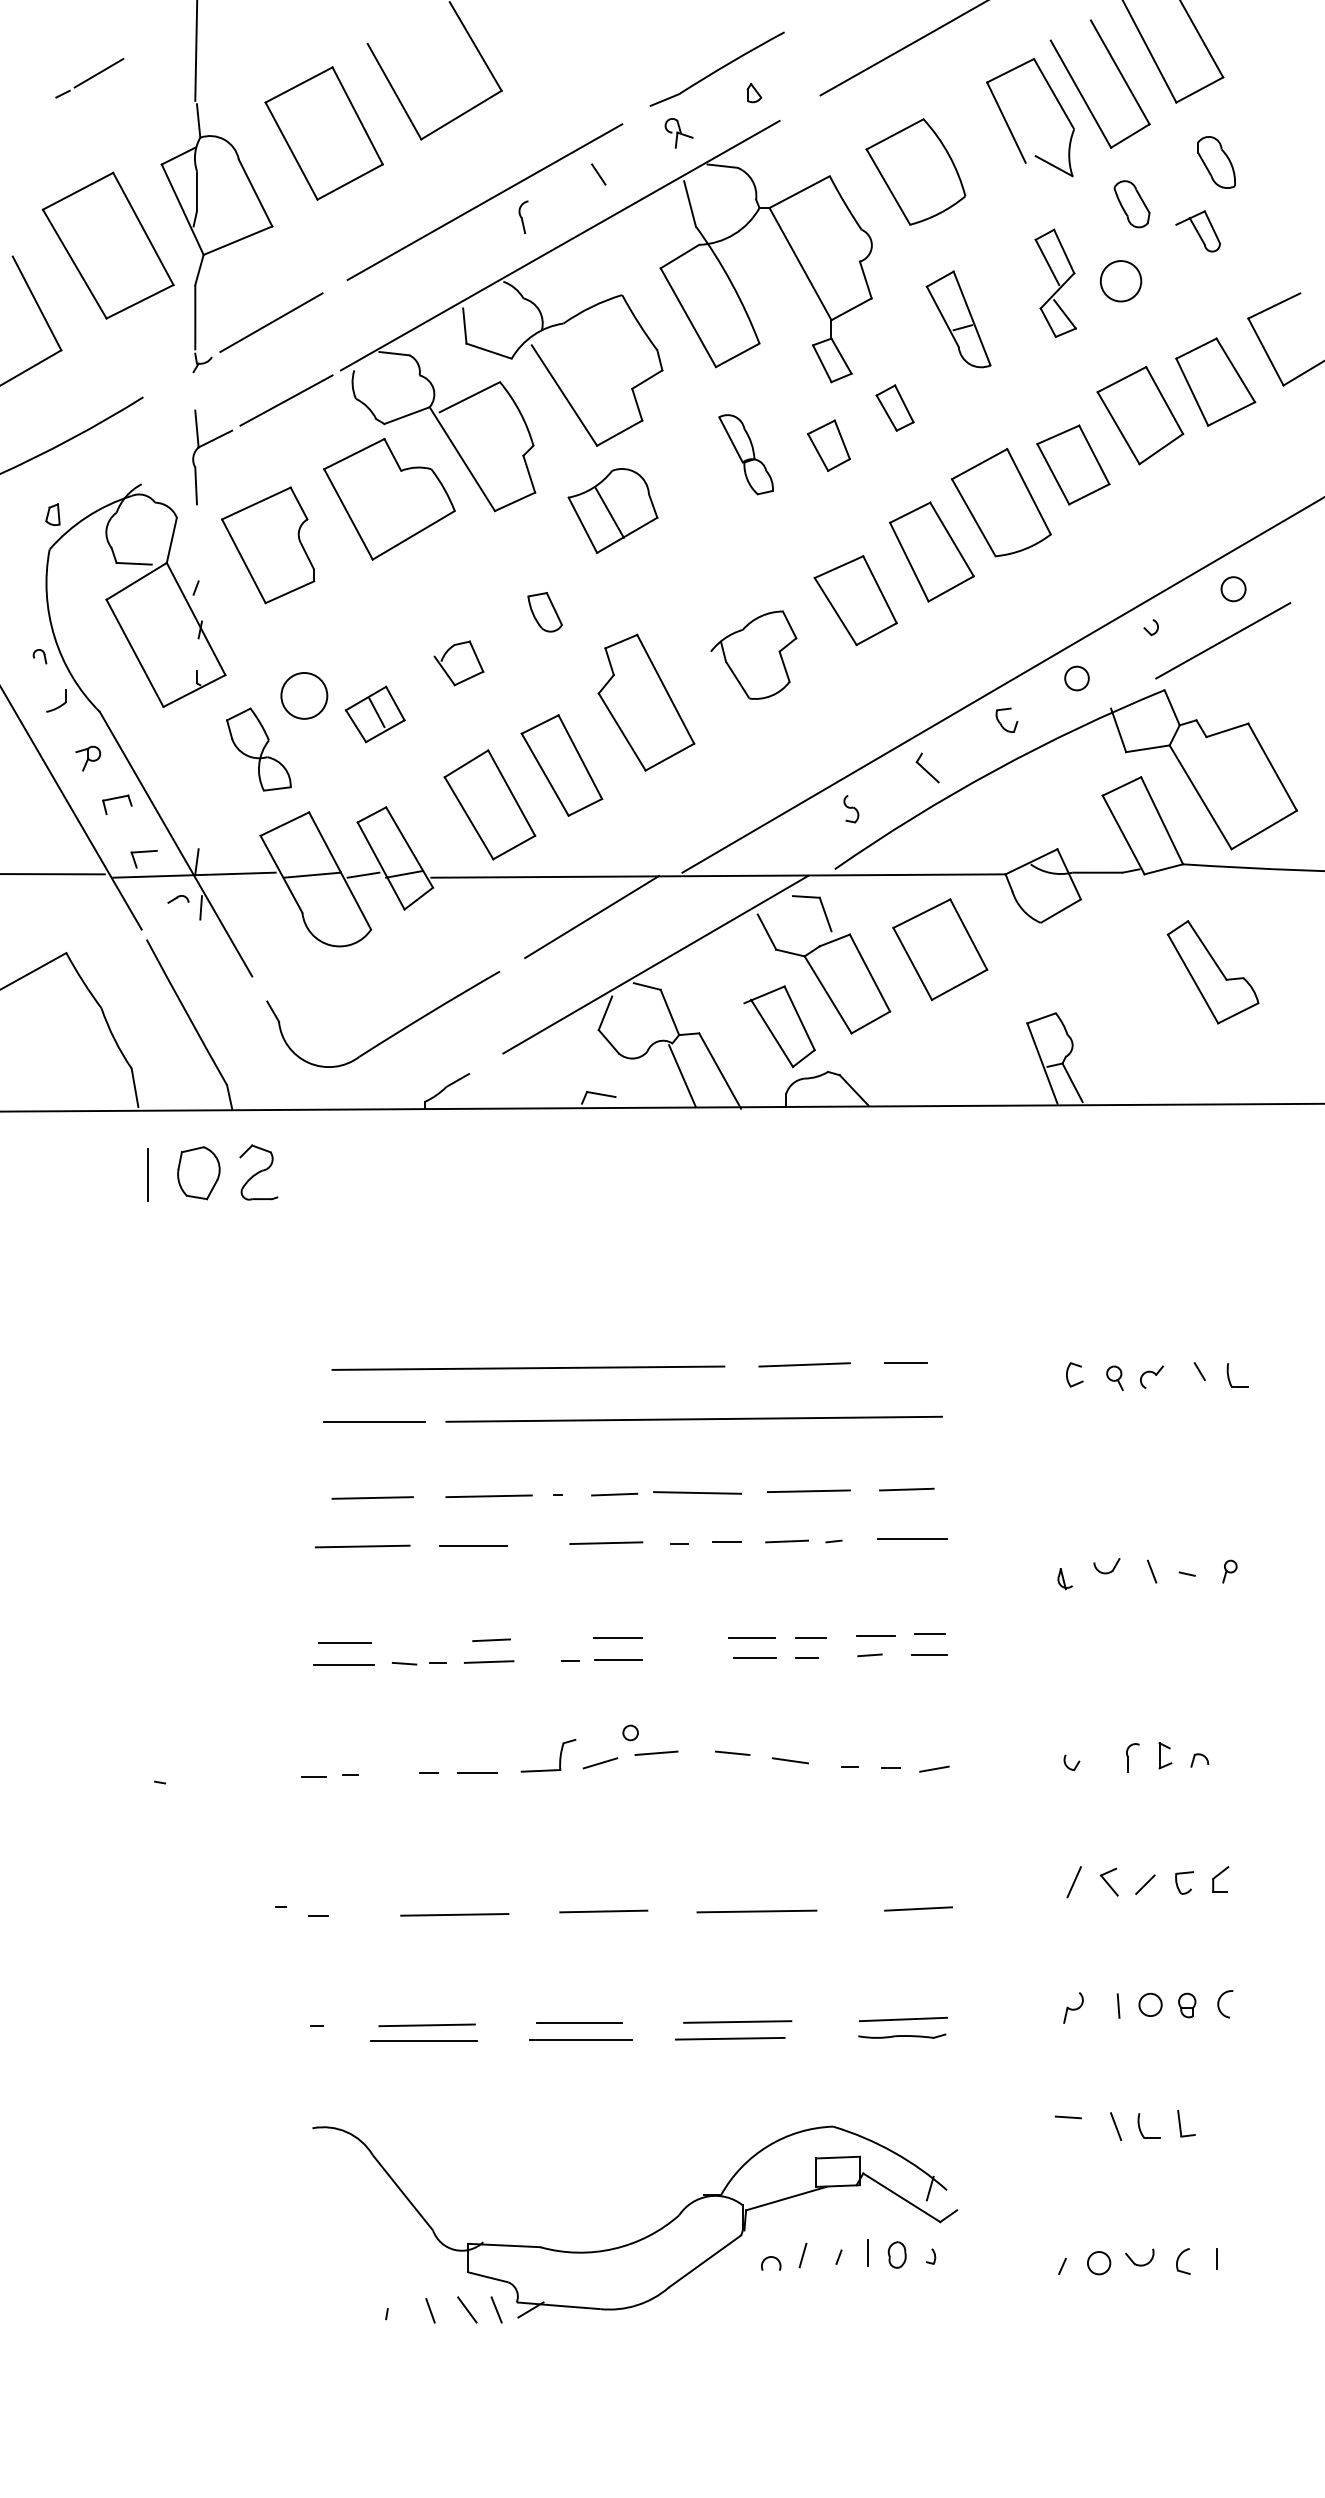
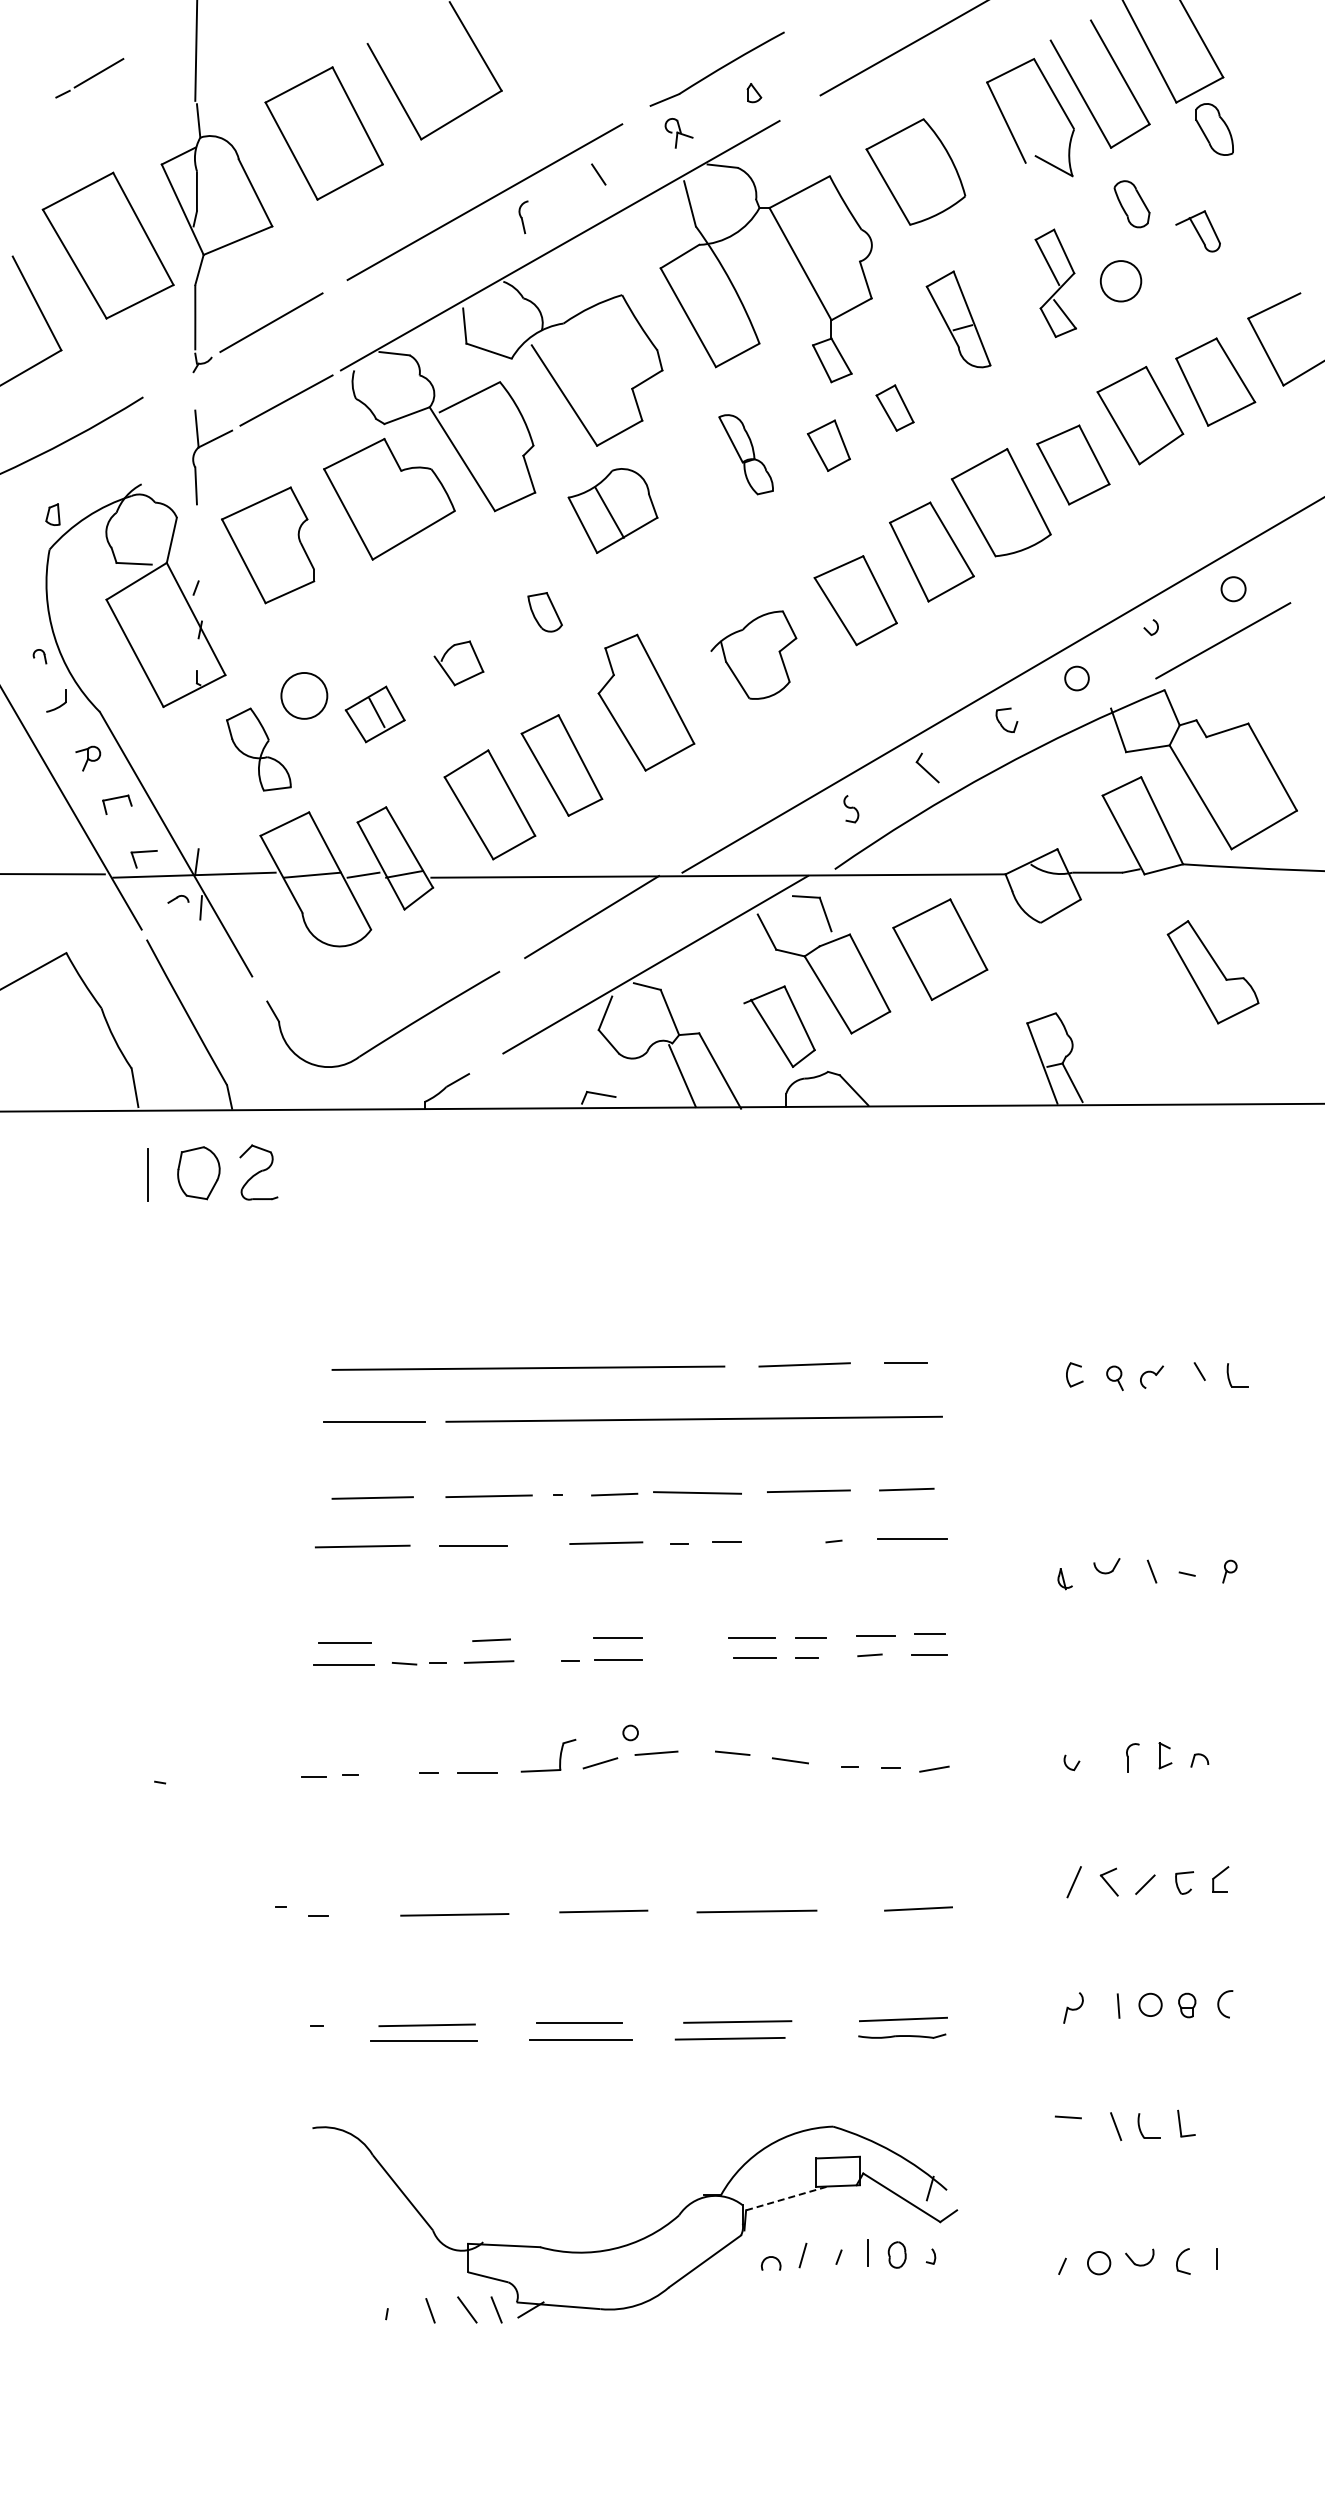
part at (1216, 162) position: (1216, 162) -> (1214, 129)
line at (787, 1541): present -> none
line at (786, 2198): solid -> dashed
